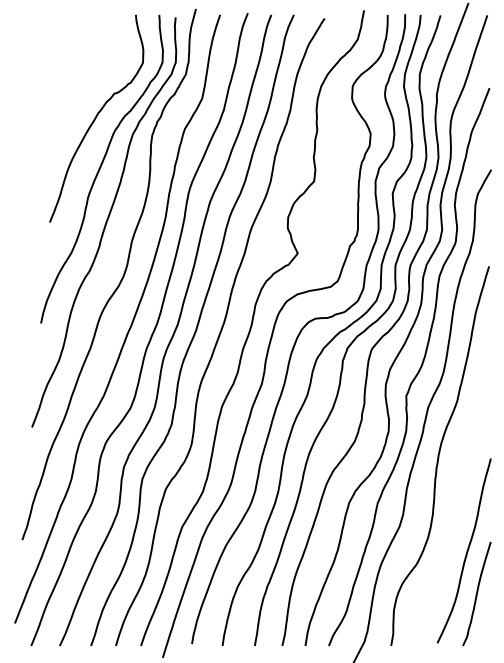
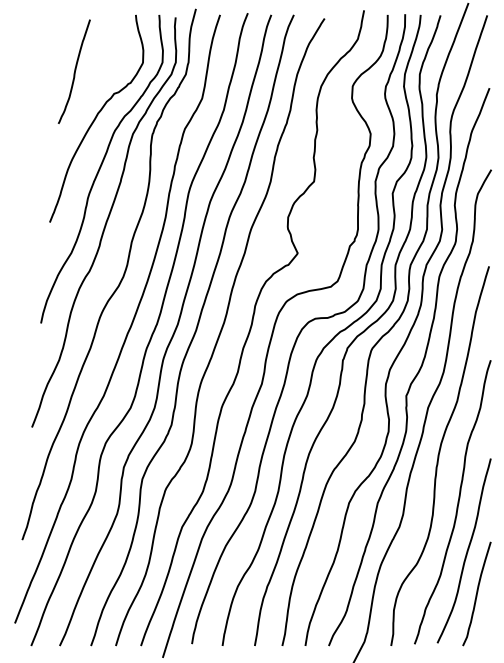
curve at (74, 71): none -> present
curve at (457, 502): none -> present
